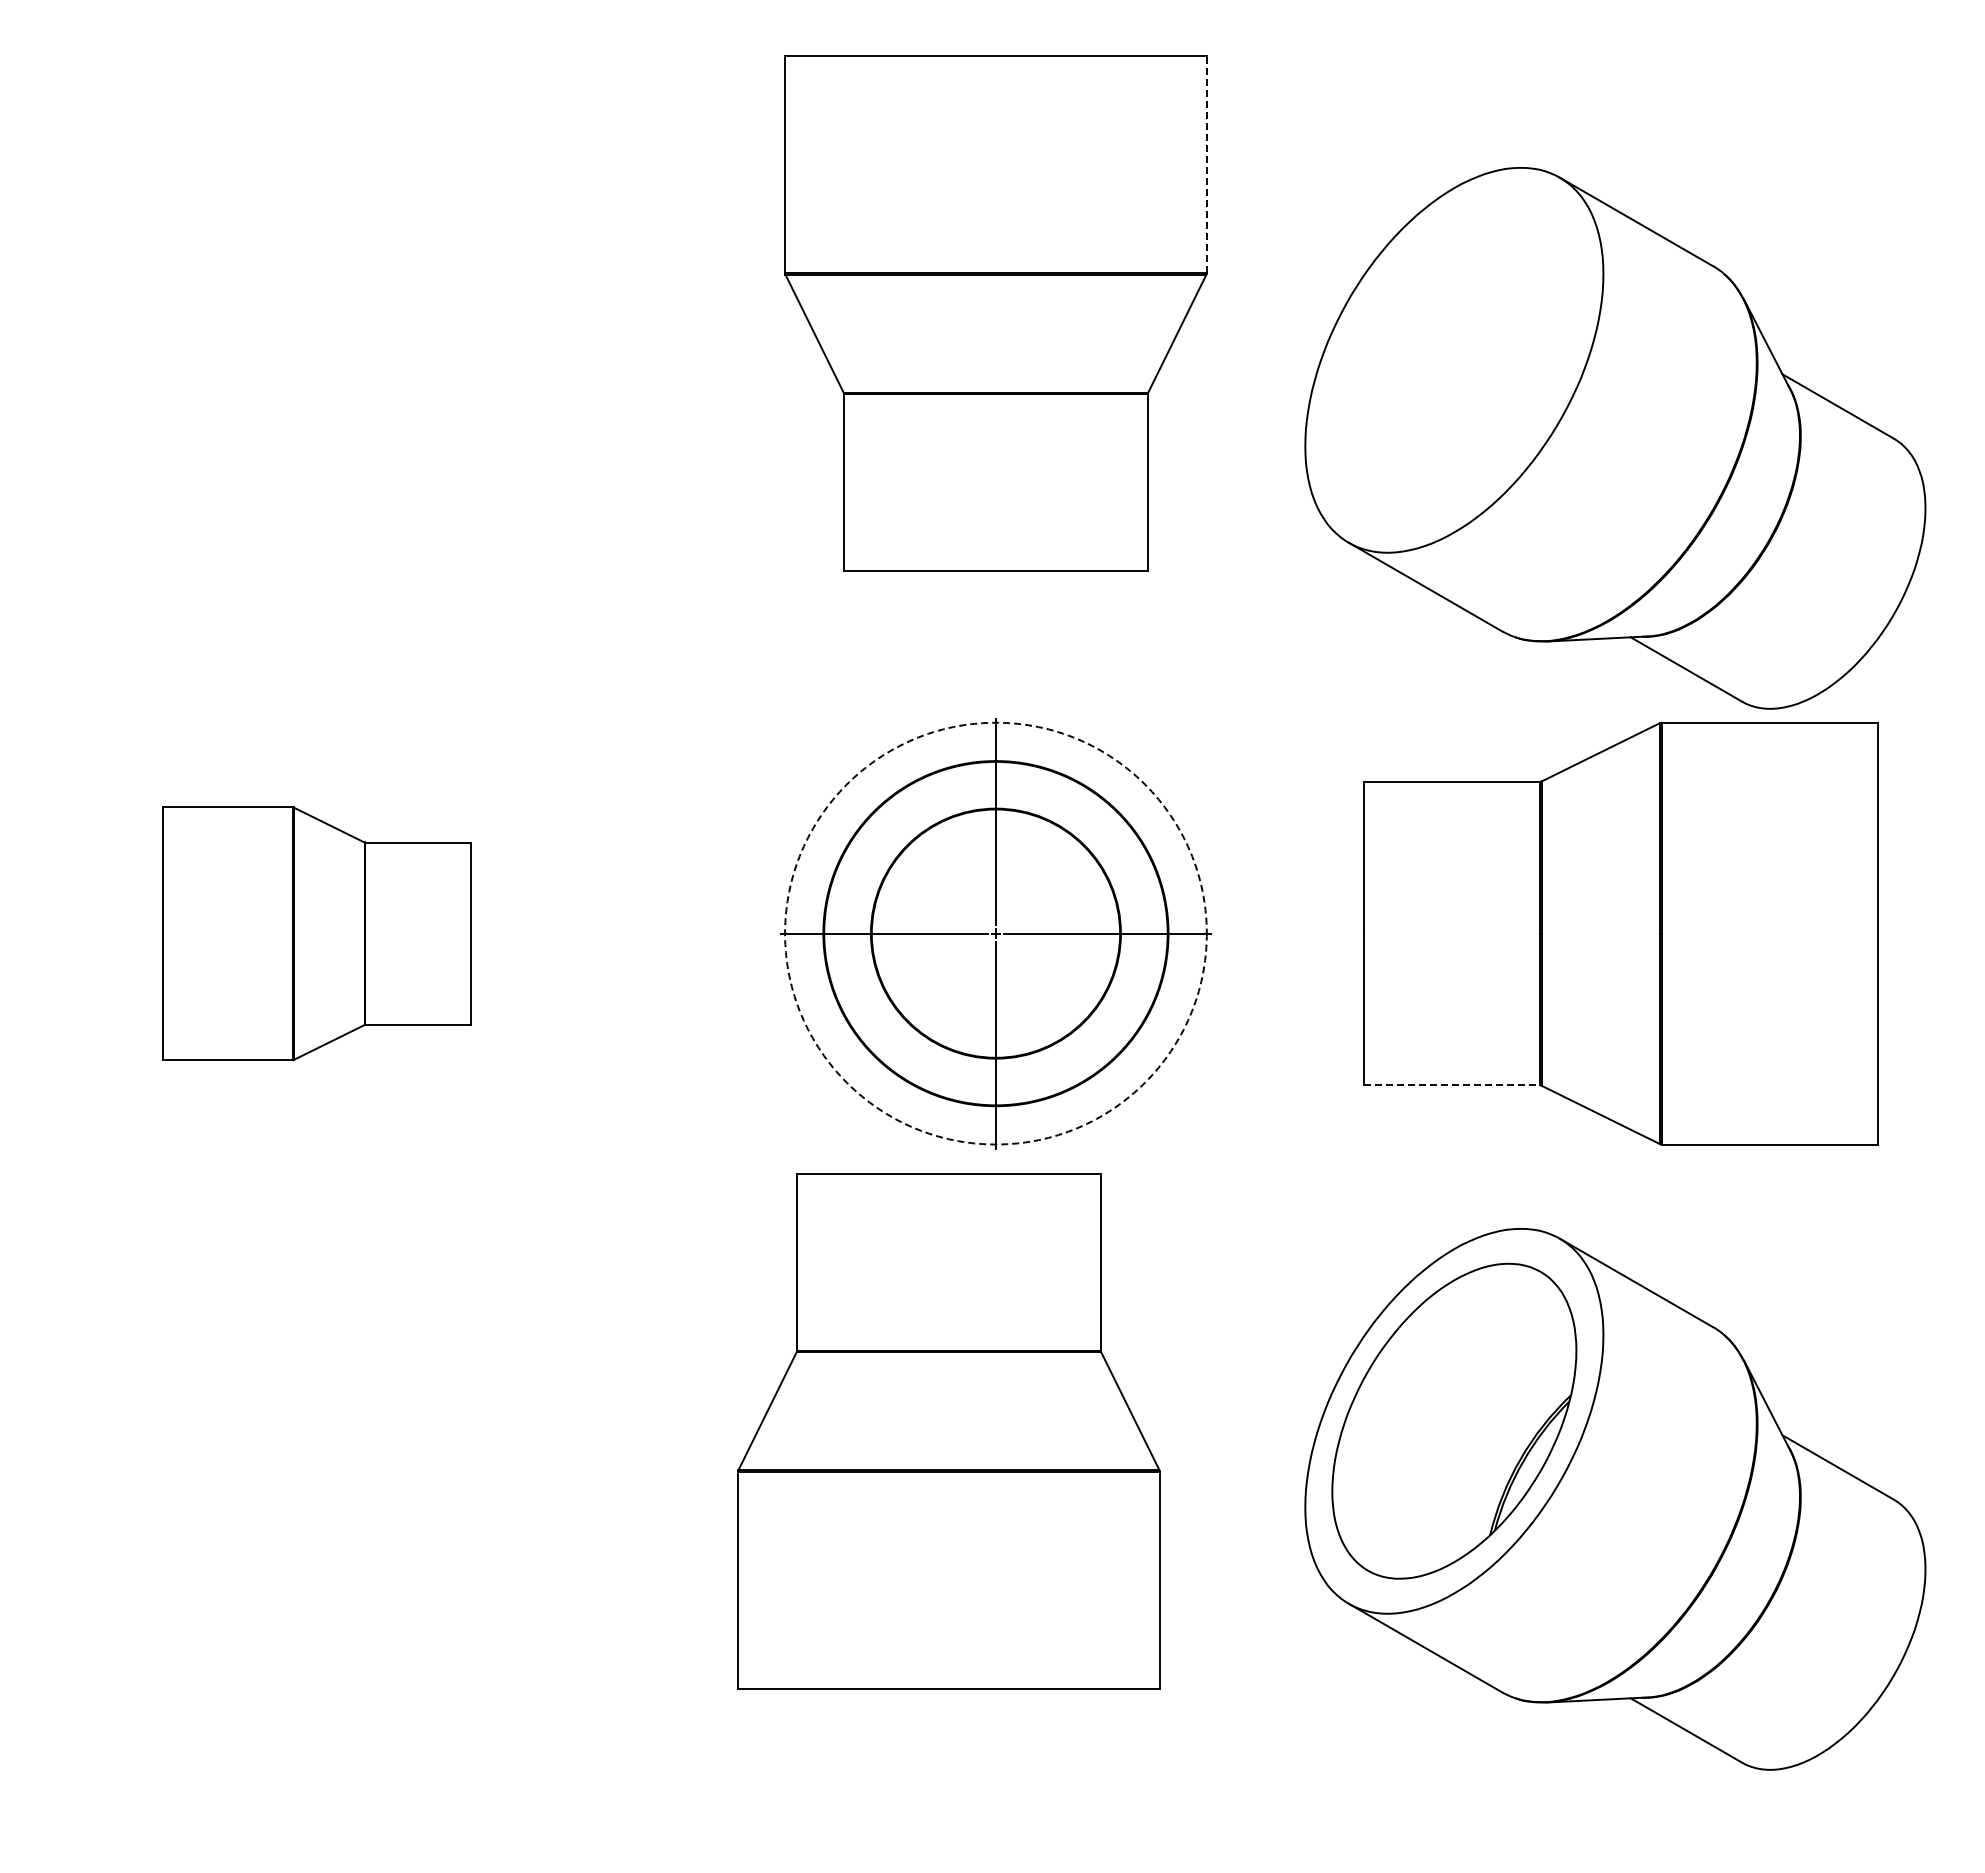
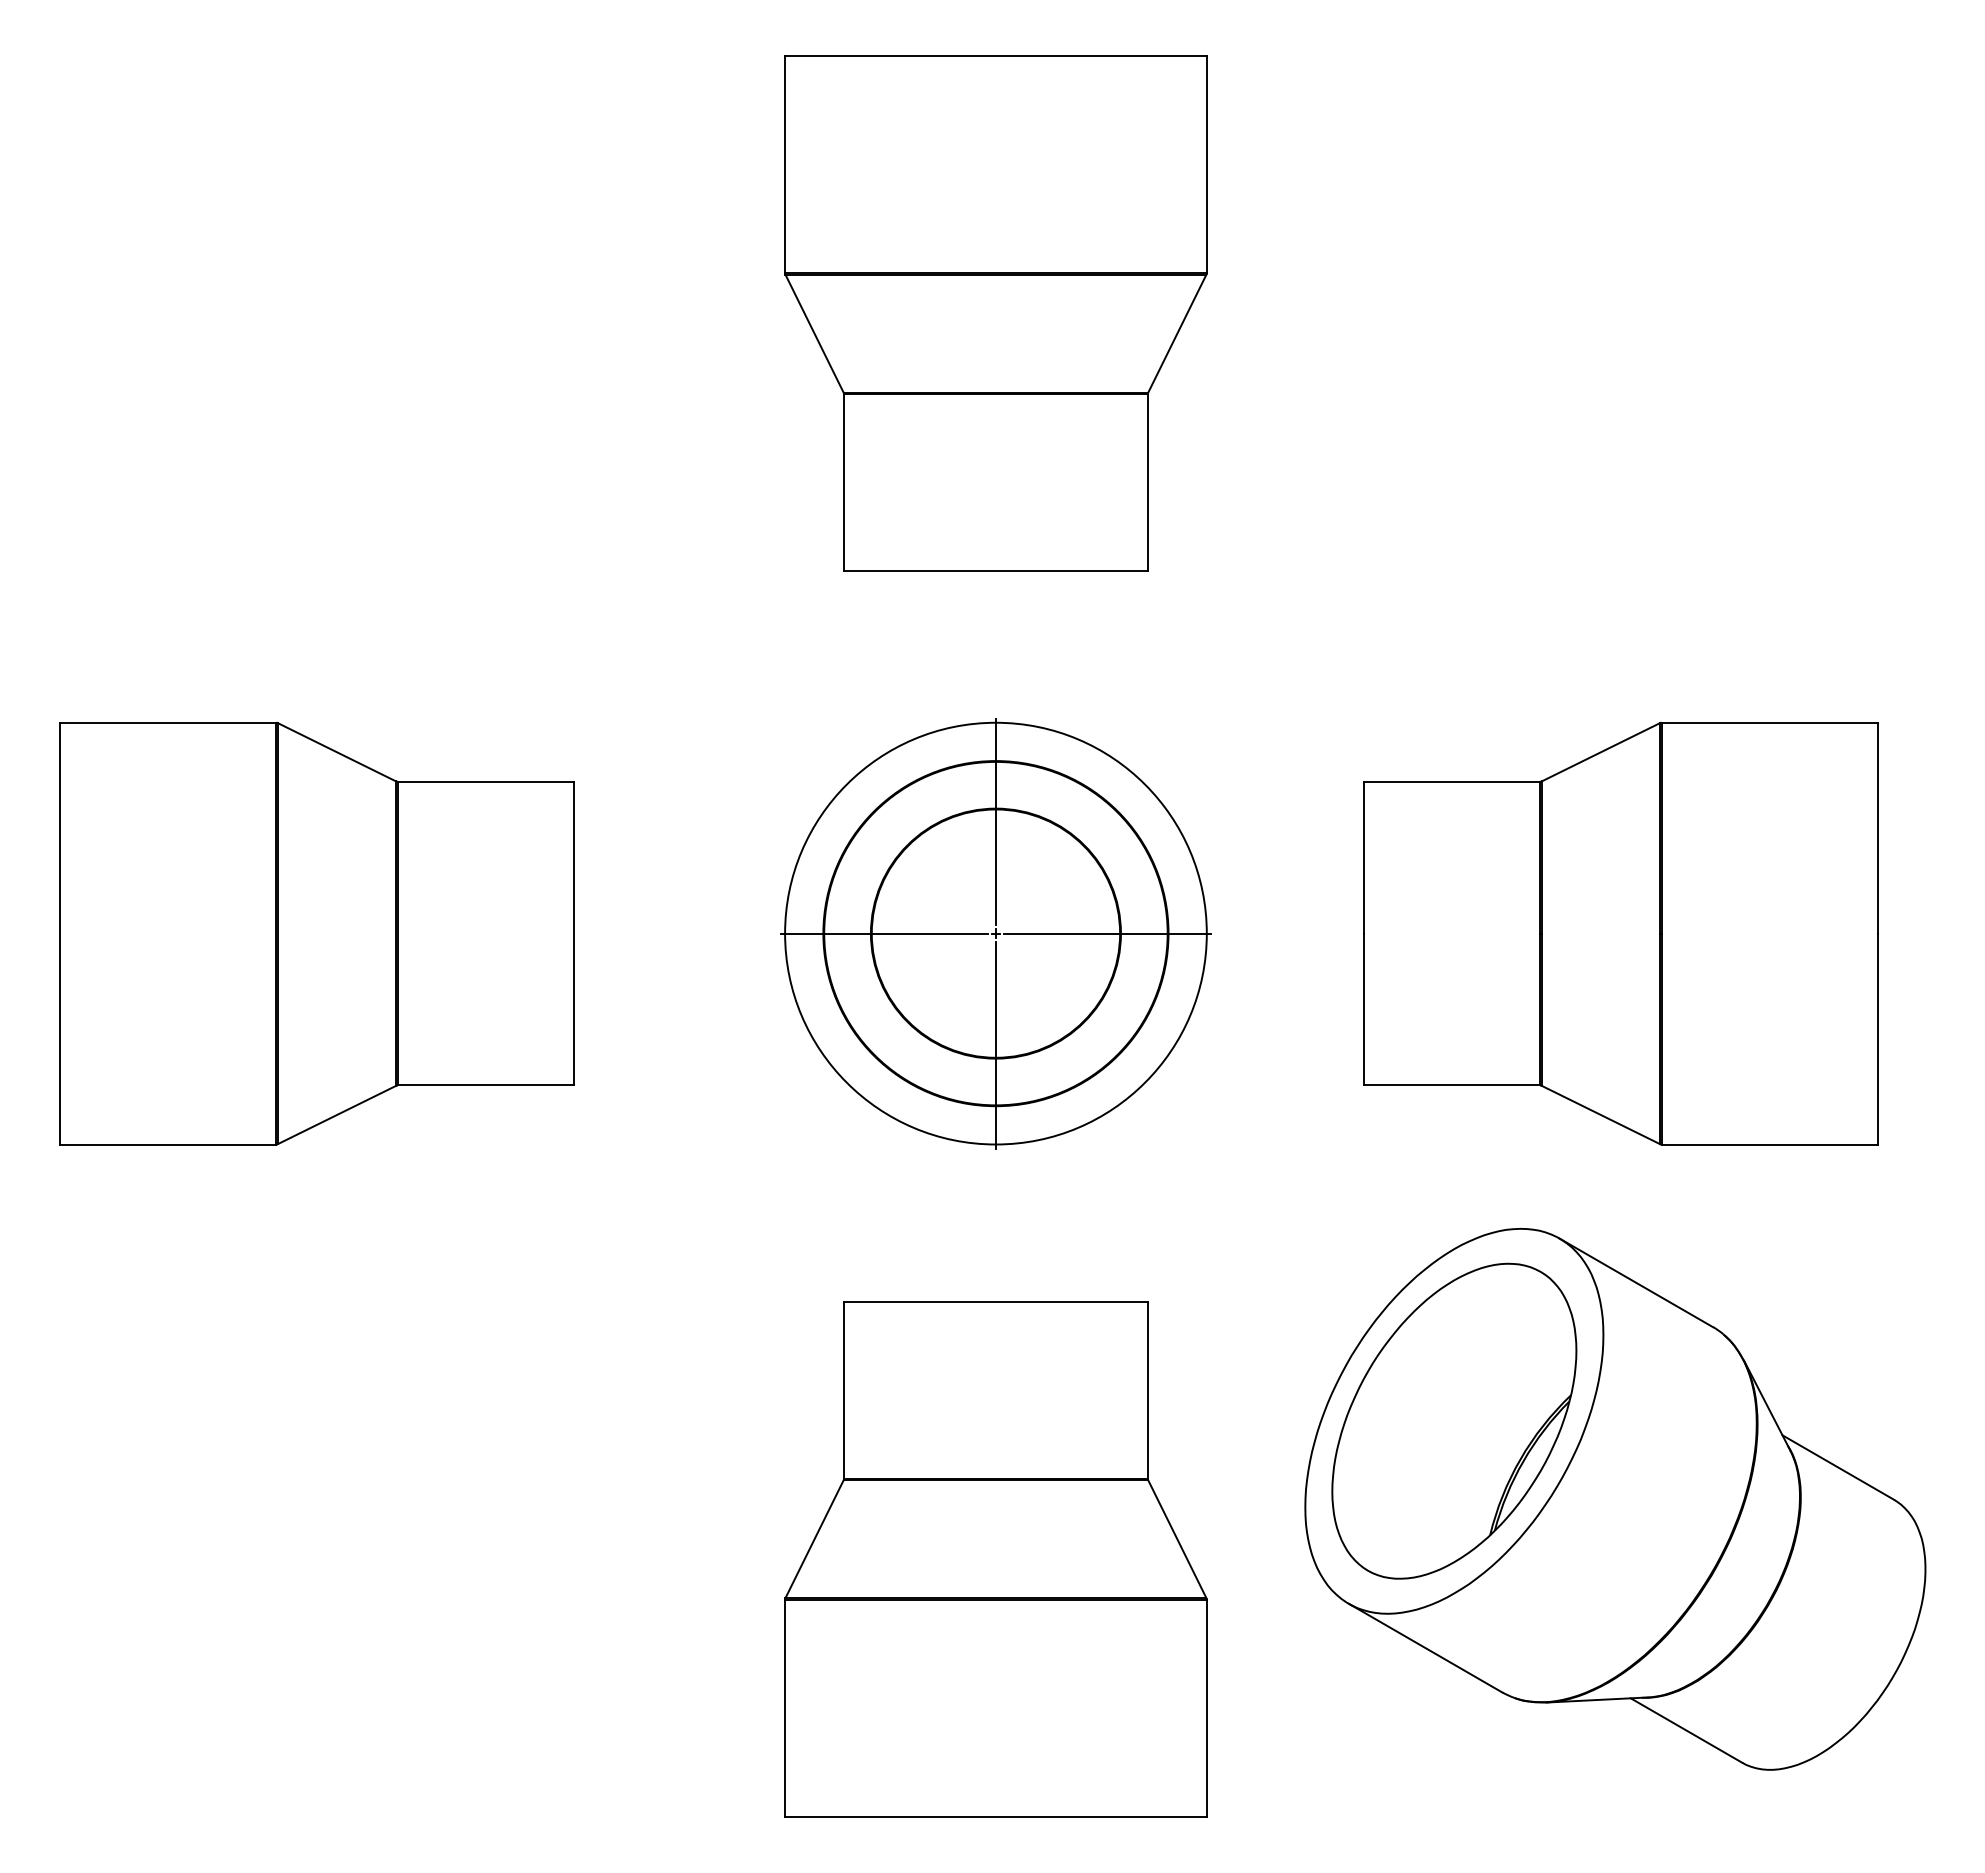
line at (1206, 164): dashed -> solid
part at (1615, 438): present -> none
part at (316, 933) size: 310x256 px -> 516x424 px
circle at (995, 933): dashed -> solid
line at (1452, 1085): dashed -> solid
part at (948, 1431) position: (948, 1431) -> (995, 1559)
